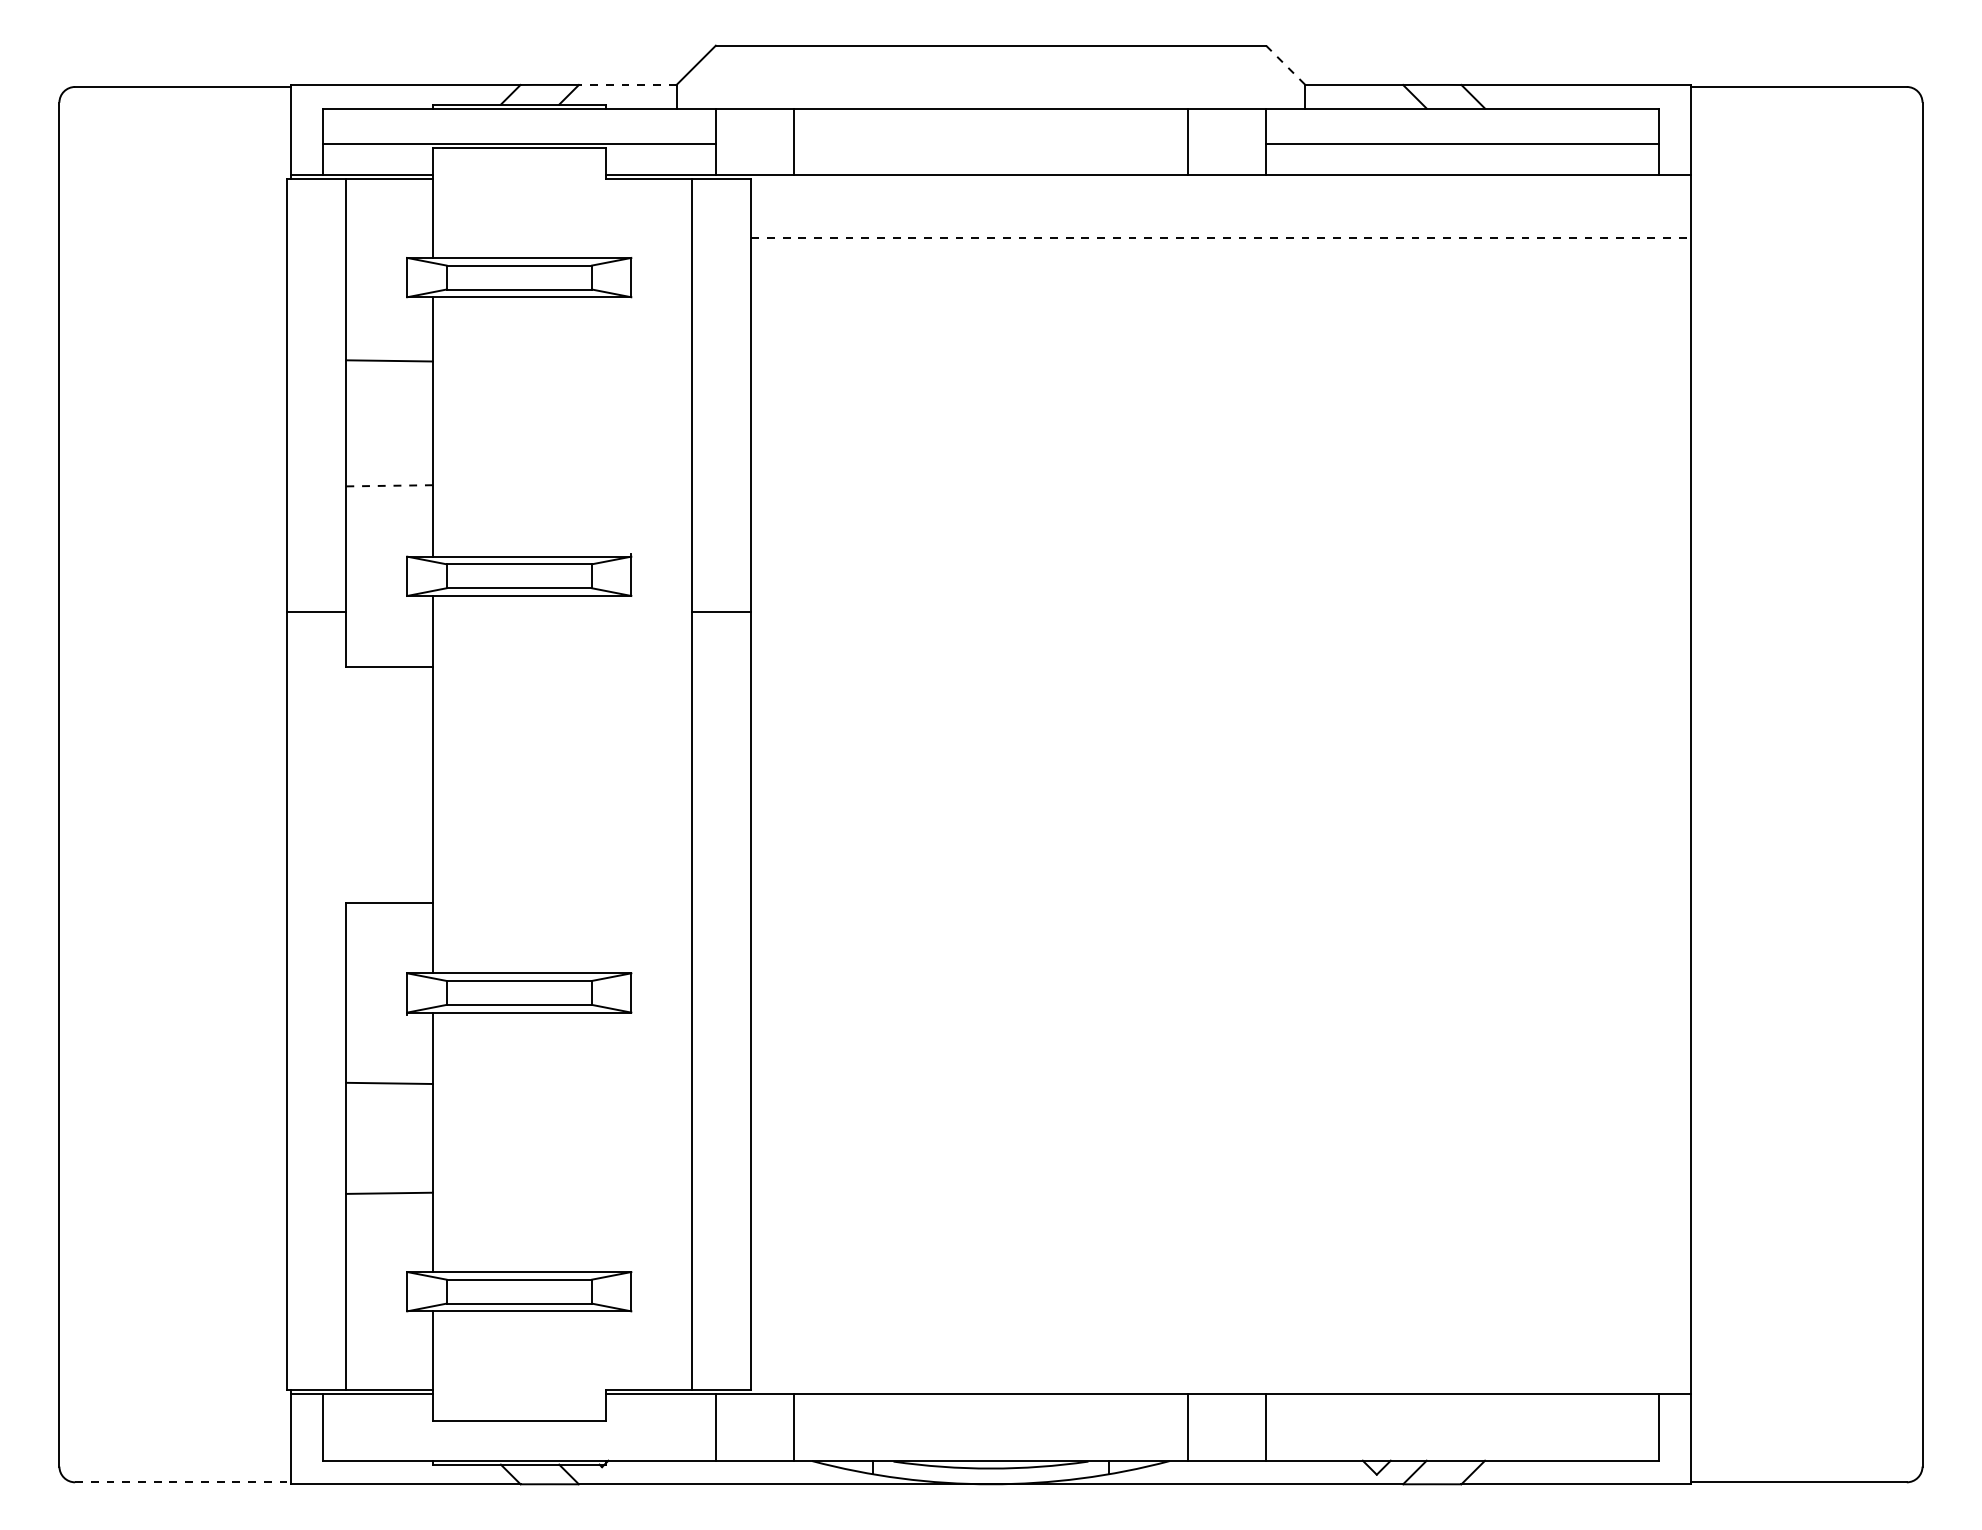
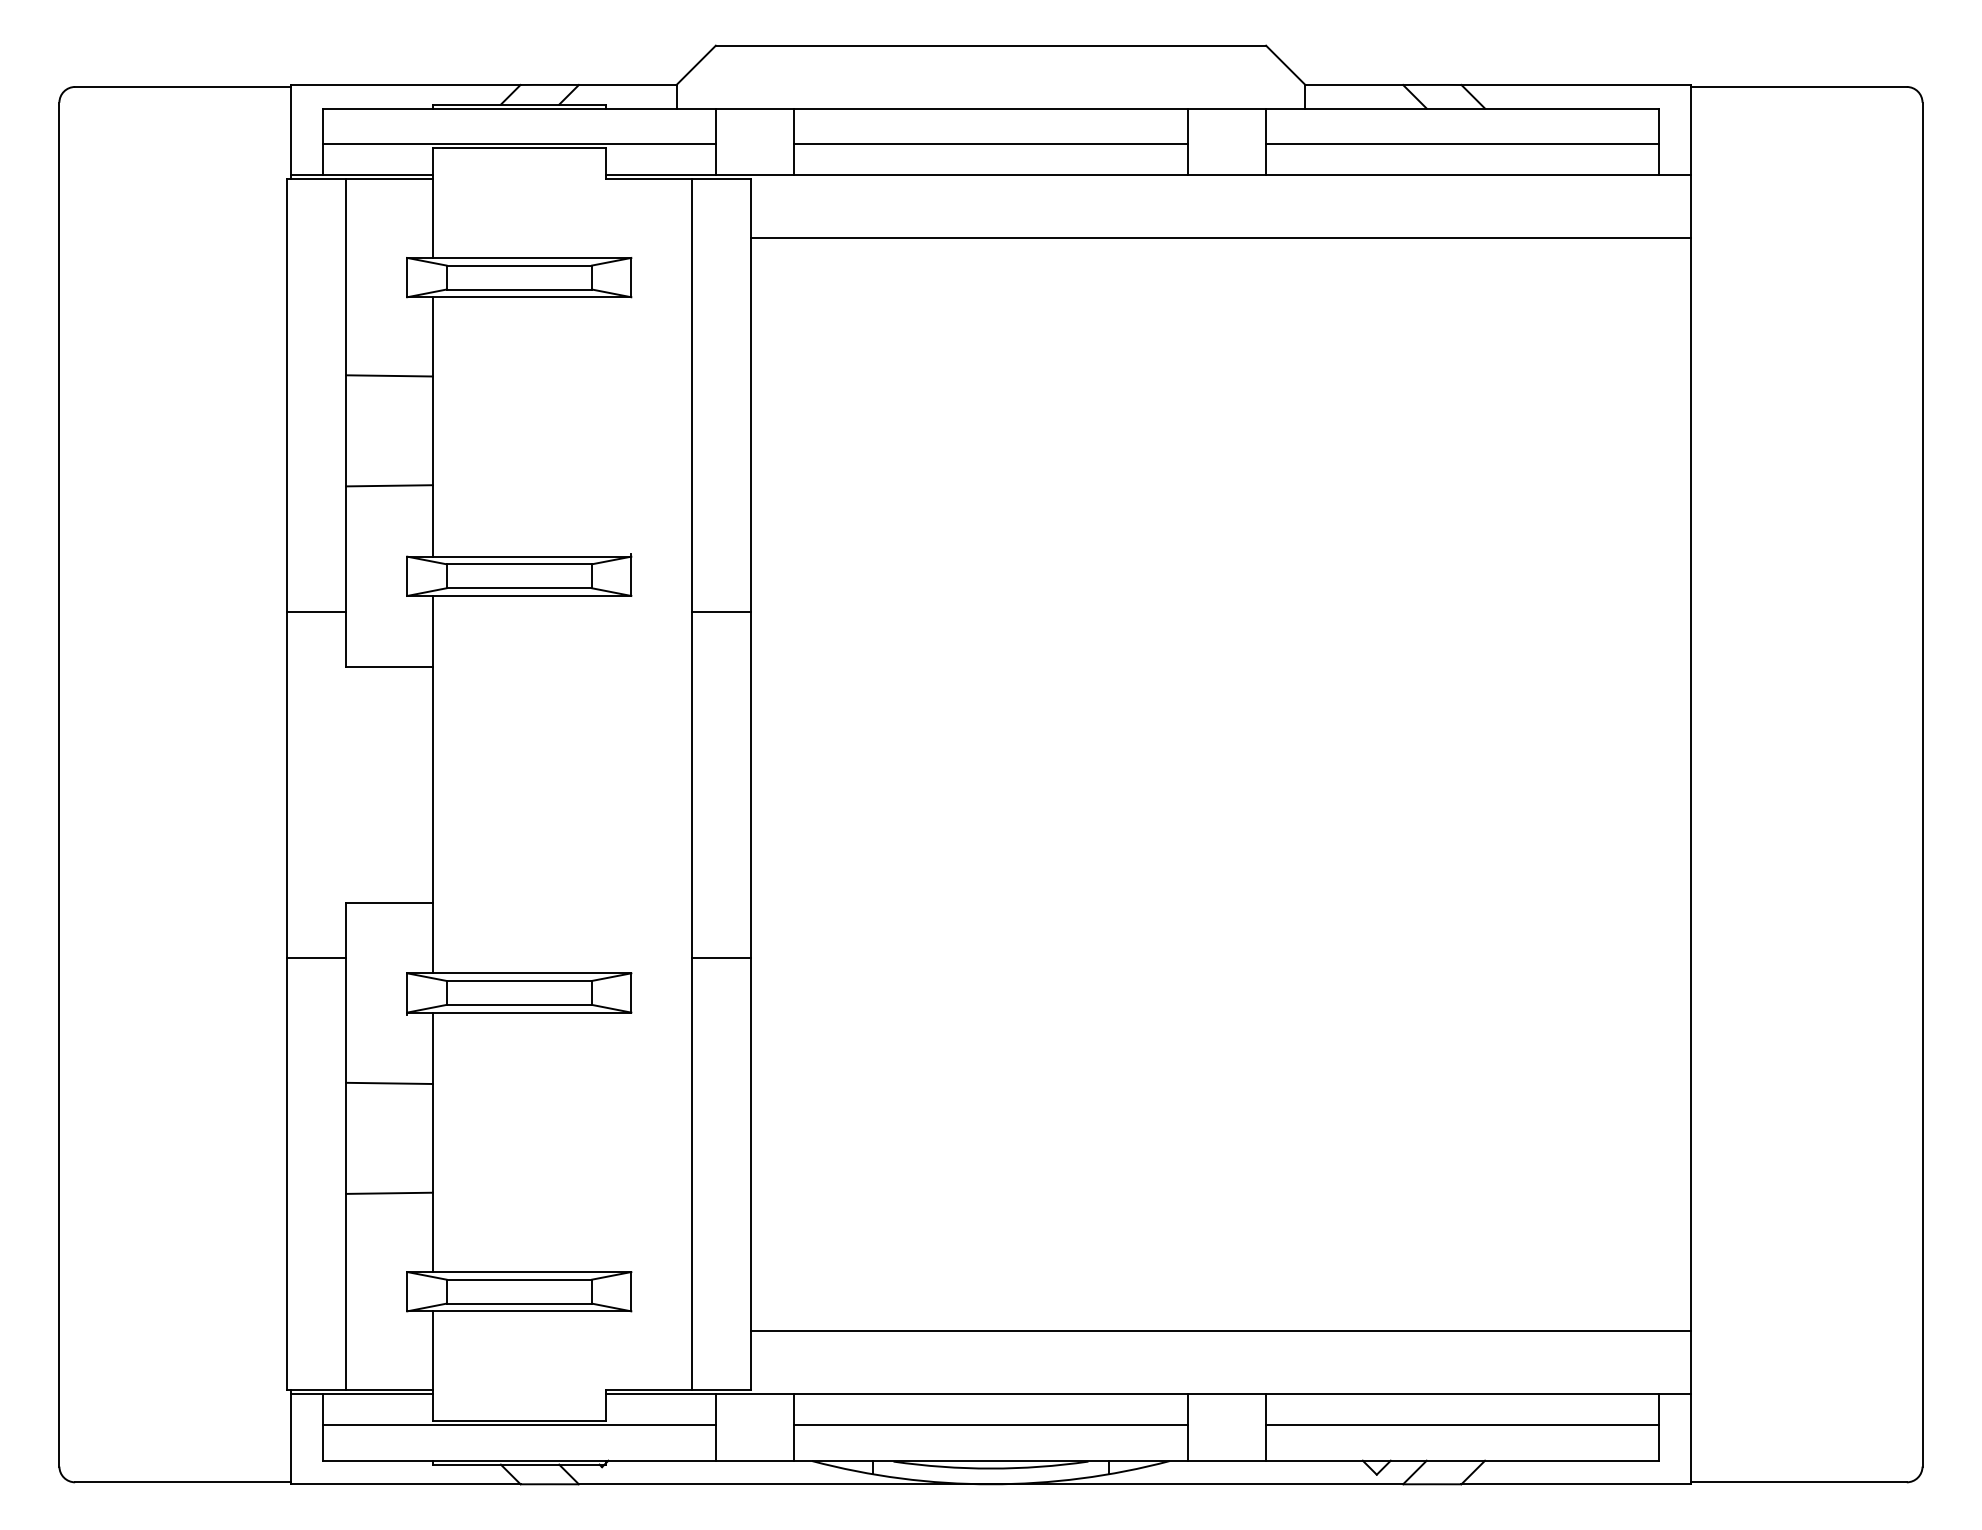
line at (1285, 65): dashed -> solid
line at (627, 85): dashed -> solid
line at (990, 143): none -> present
line at (1220, 238): dashed -> solid
line at (389, 360) position: (389, 360) -> (389, 375)
line at (390, 485): dashed -> solid
line at (316, 957): none -> present
line at (721, 957): none -> present
line at (1220, 1331): none -> present
line at (518, 1425): none -> present
line at (990, 1425): none -> present
line at (1462, 1425): none -> present
line at (183, 1482): dashed -> solid
